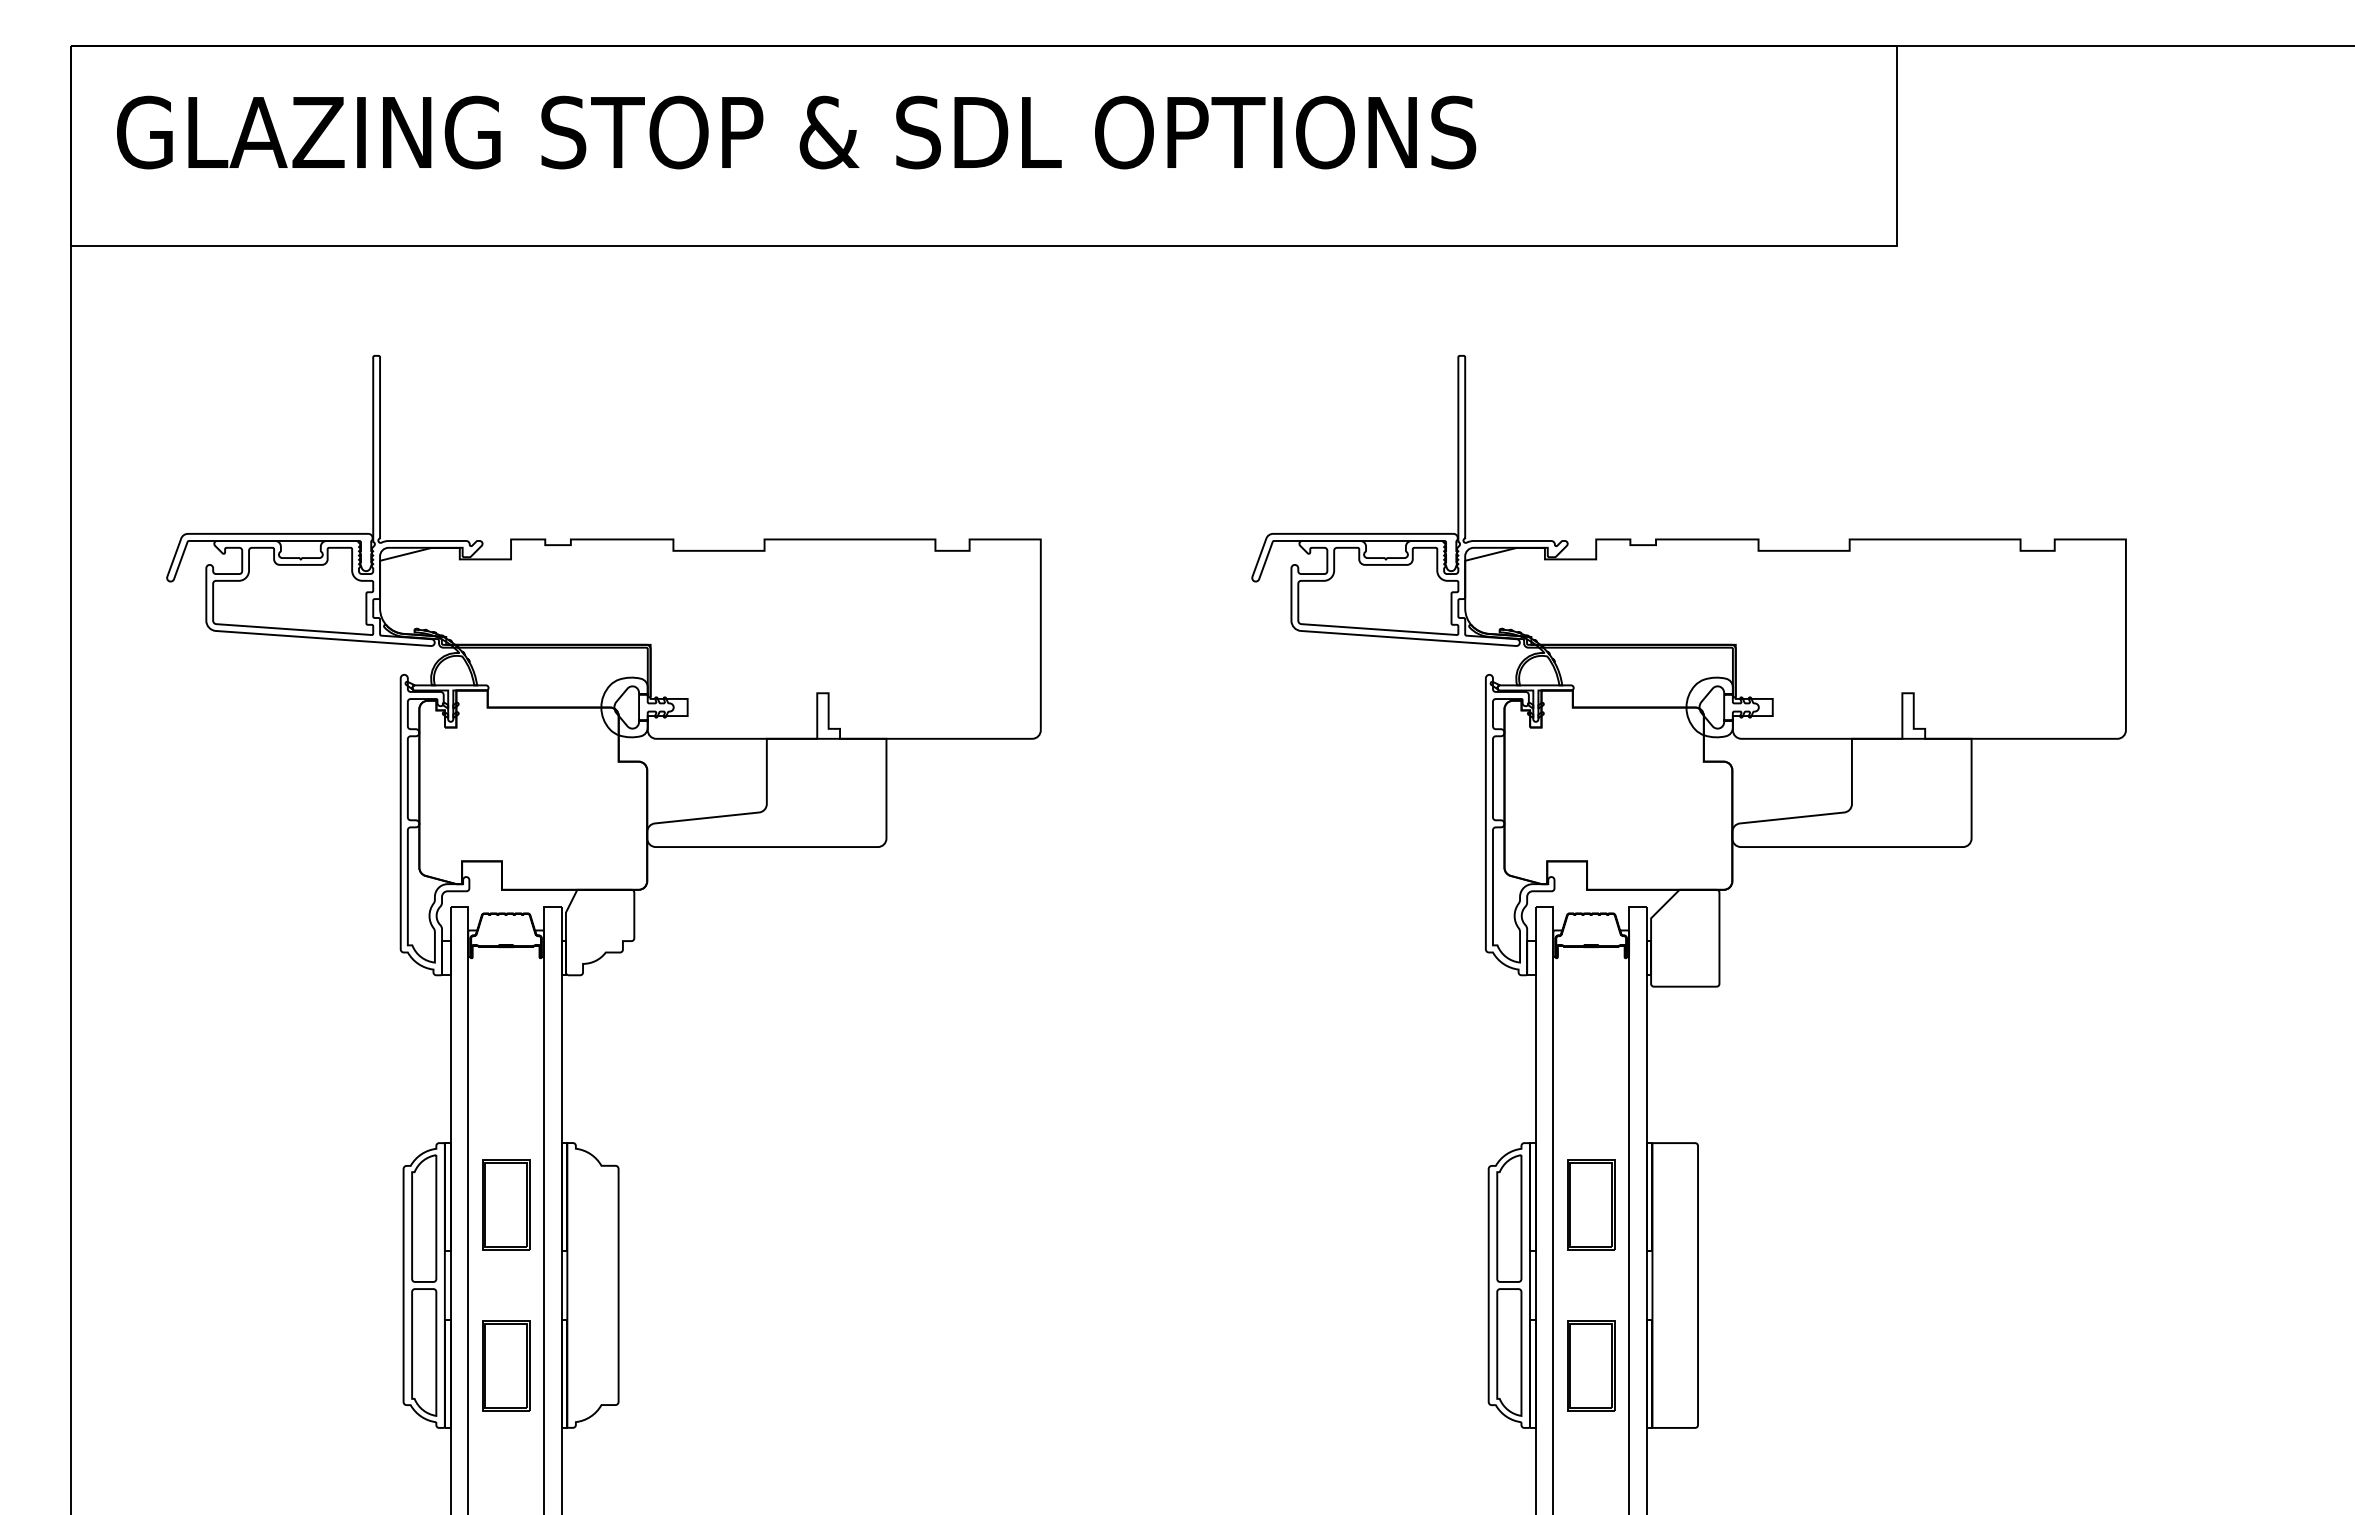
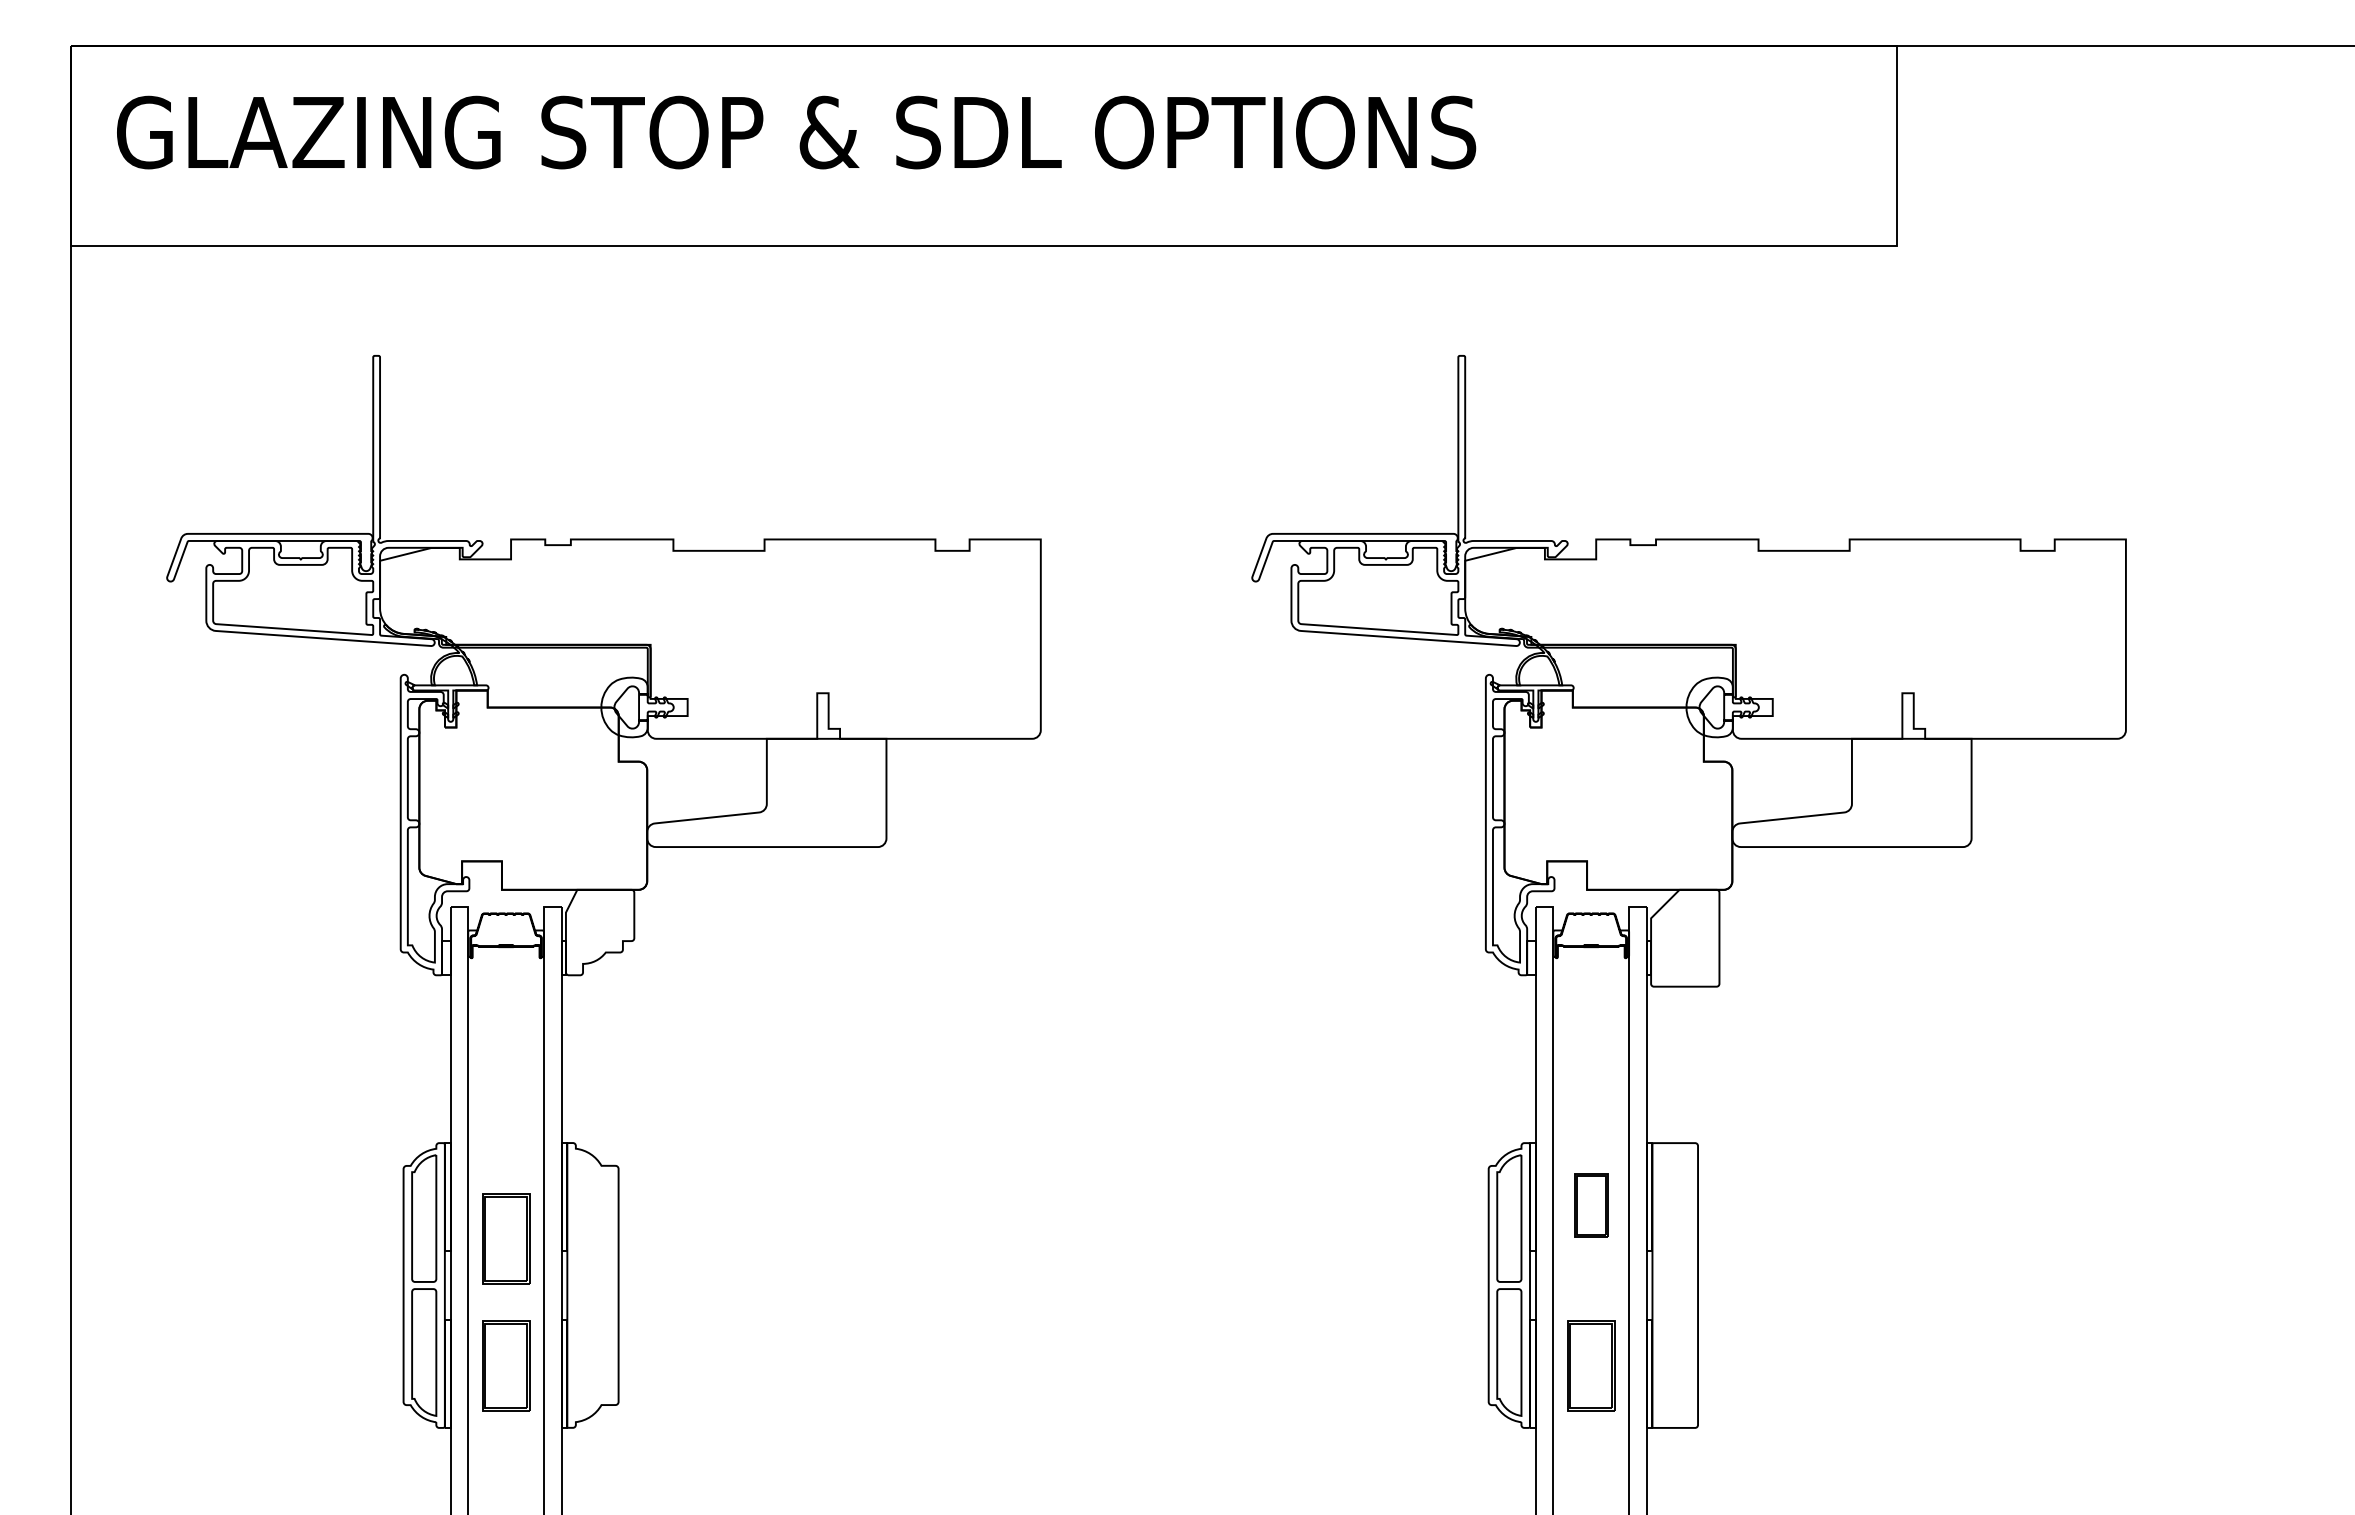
part at (506, 1204) position: (506, 1204) -> (506, 1238)
part at (1591, 1204) size: 49x92 px -> 35x65 px
